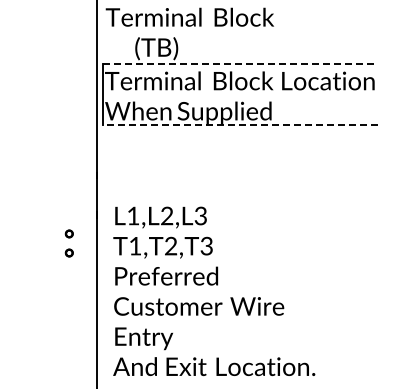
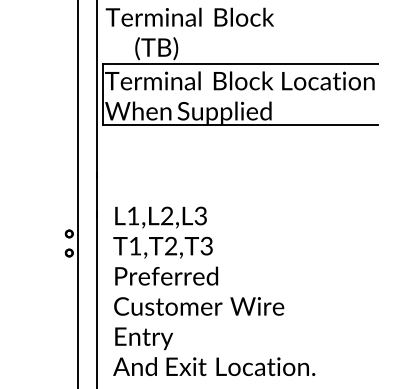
line at (240, 63): dashed -> solid
line at (240, 125): dashed -> solid
line at (77, 193): none -> present
